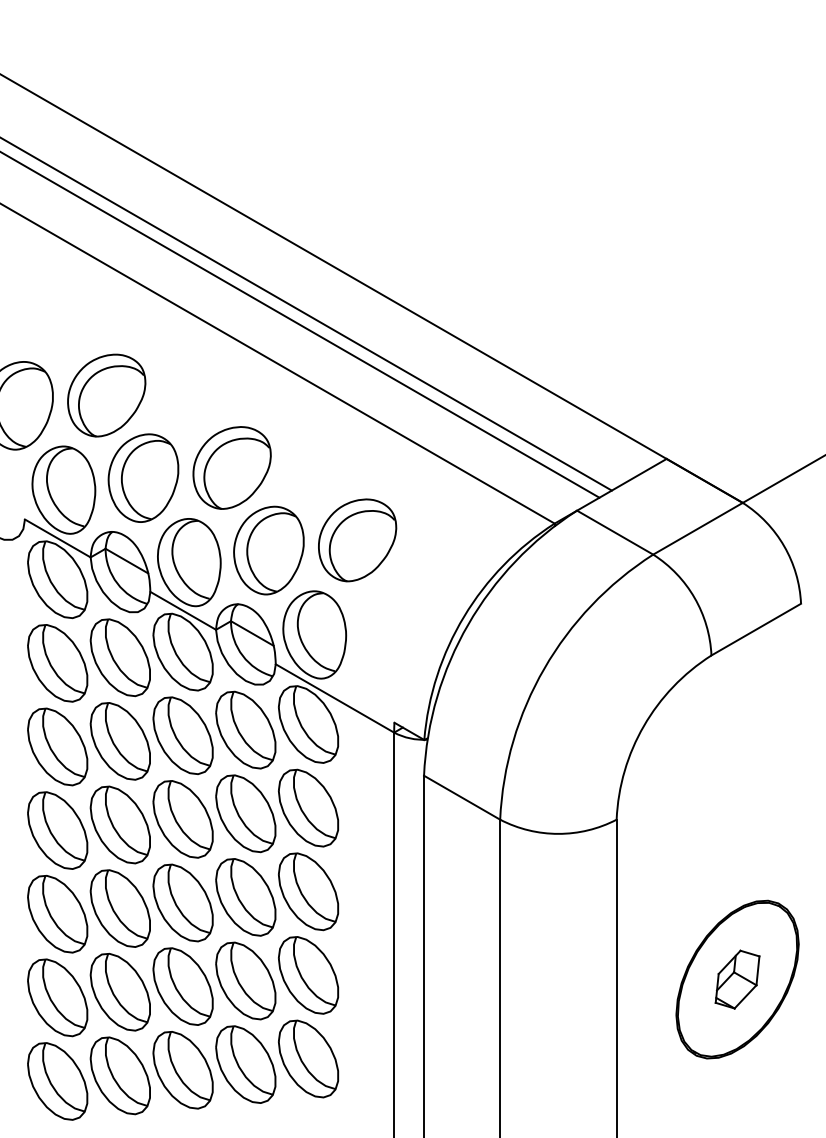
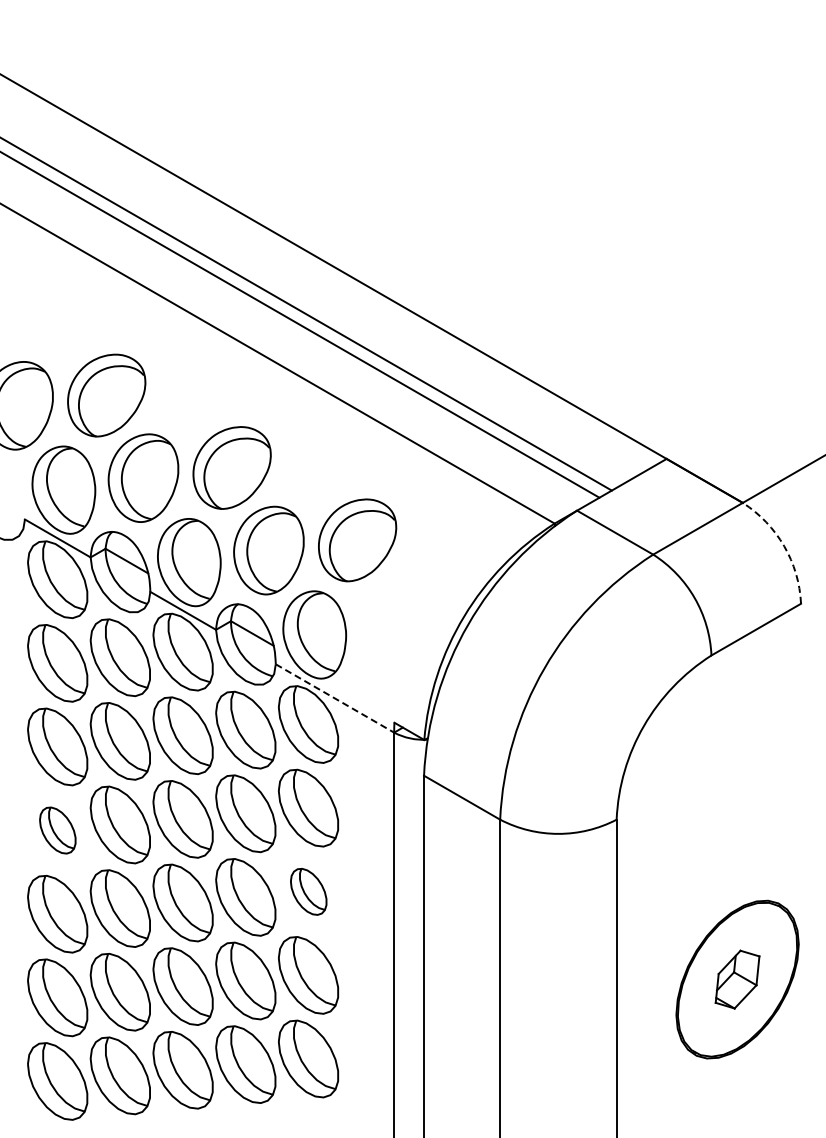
arc at (784, 546): solid -> dashed
line at (335, 698): solid -> dashed
part at (57, 830) size: 62x79 px -> 38x49 px
part at (308, 891) size: 62x80 px -> 38x48 px
